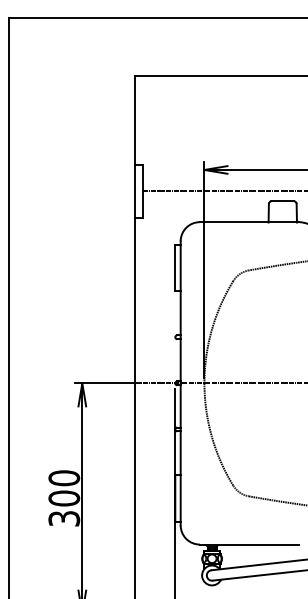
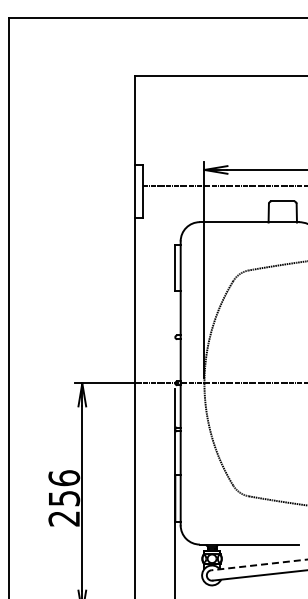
line at (223, 191) position: (223, 191) -> (223, 186)
text at (64, 498): 300 -> 256
line at (259, 564): solid -> dashed
